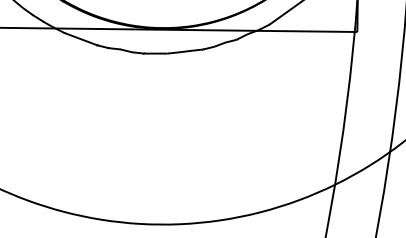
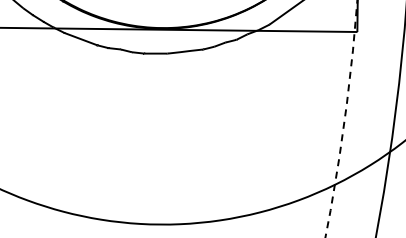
circle at (341, 118): solid -> dashed
